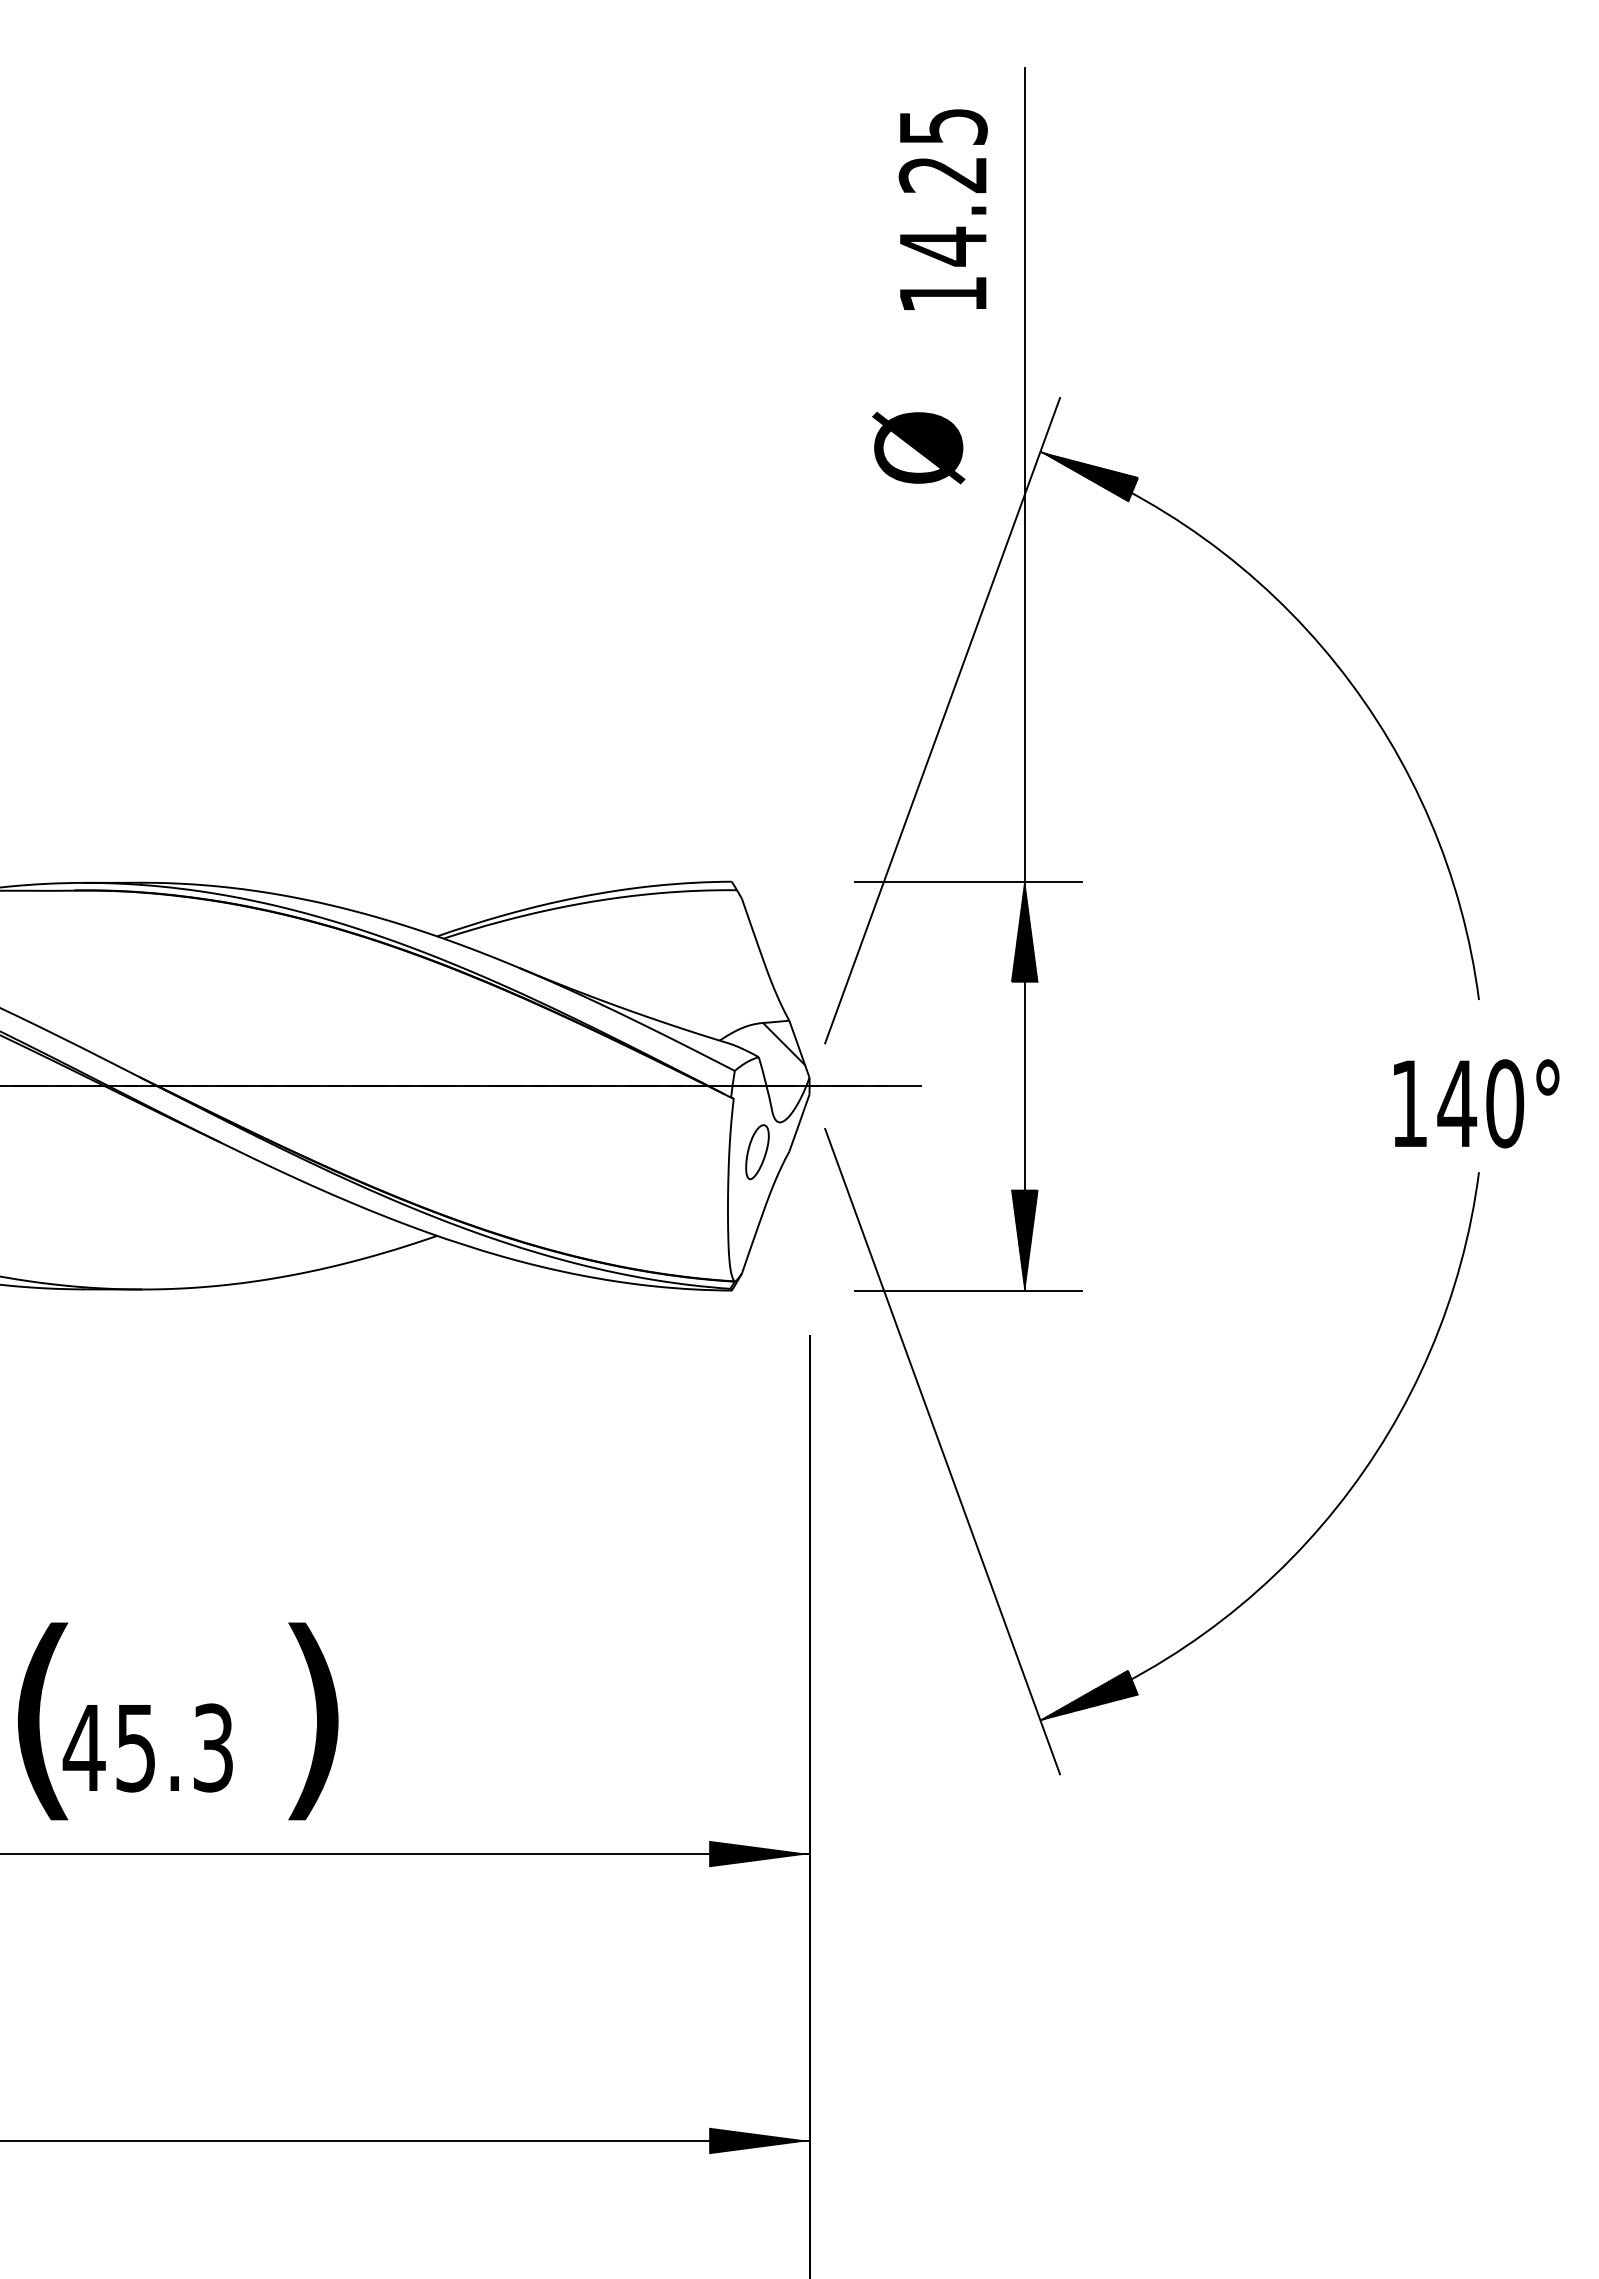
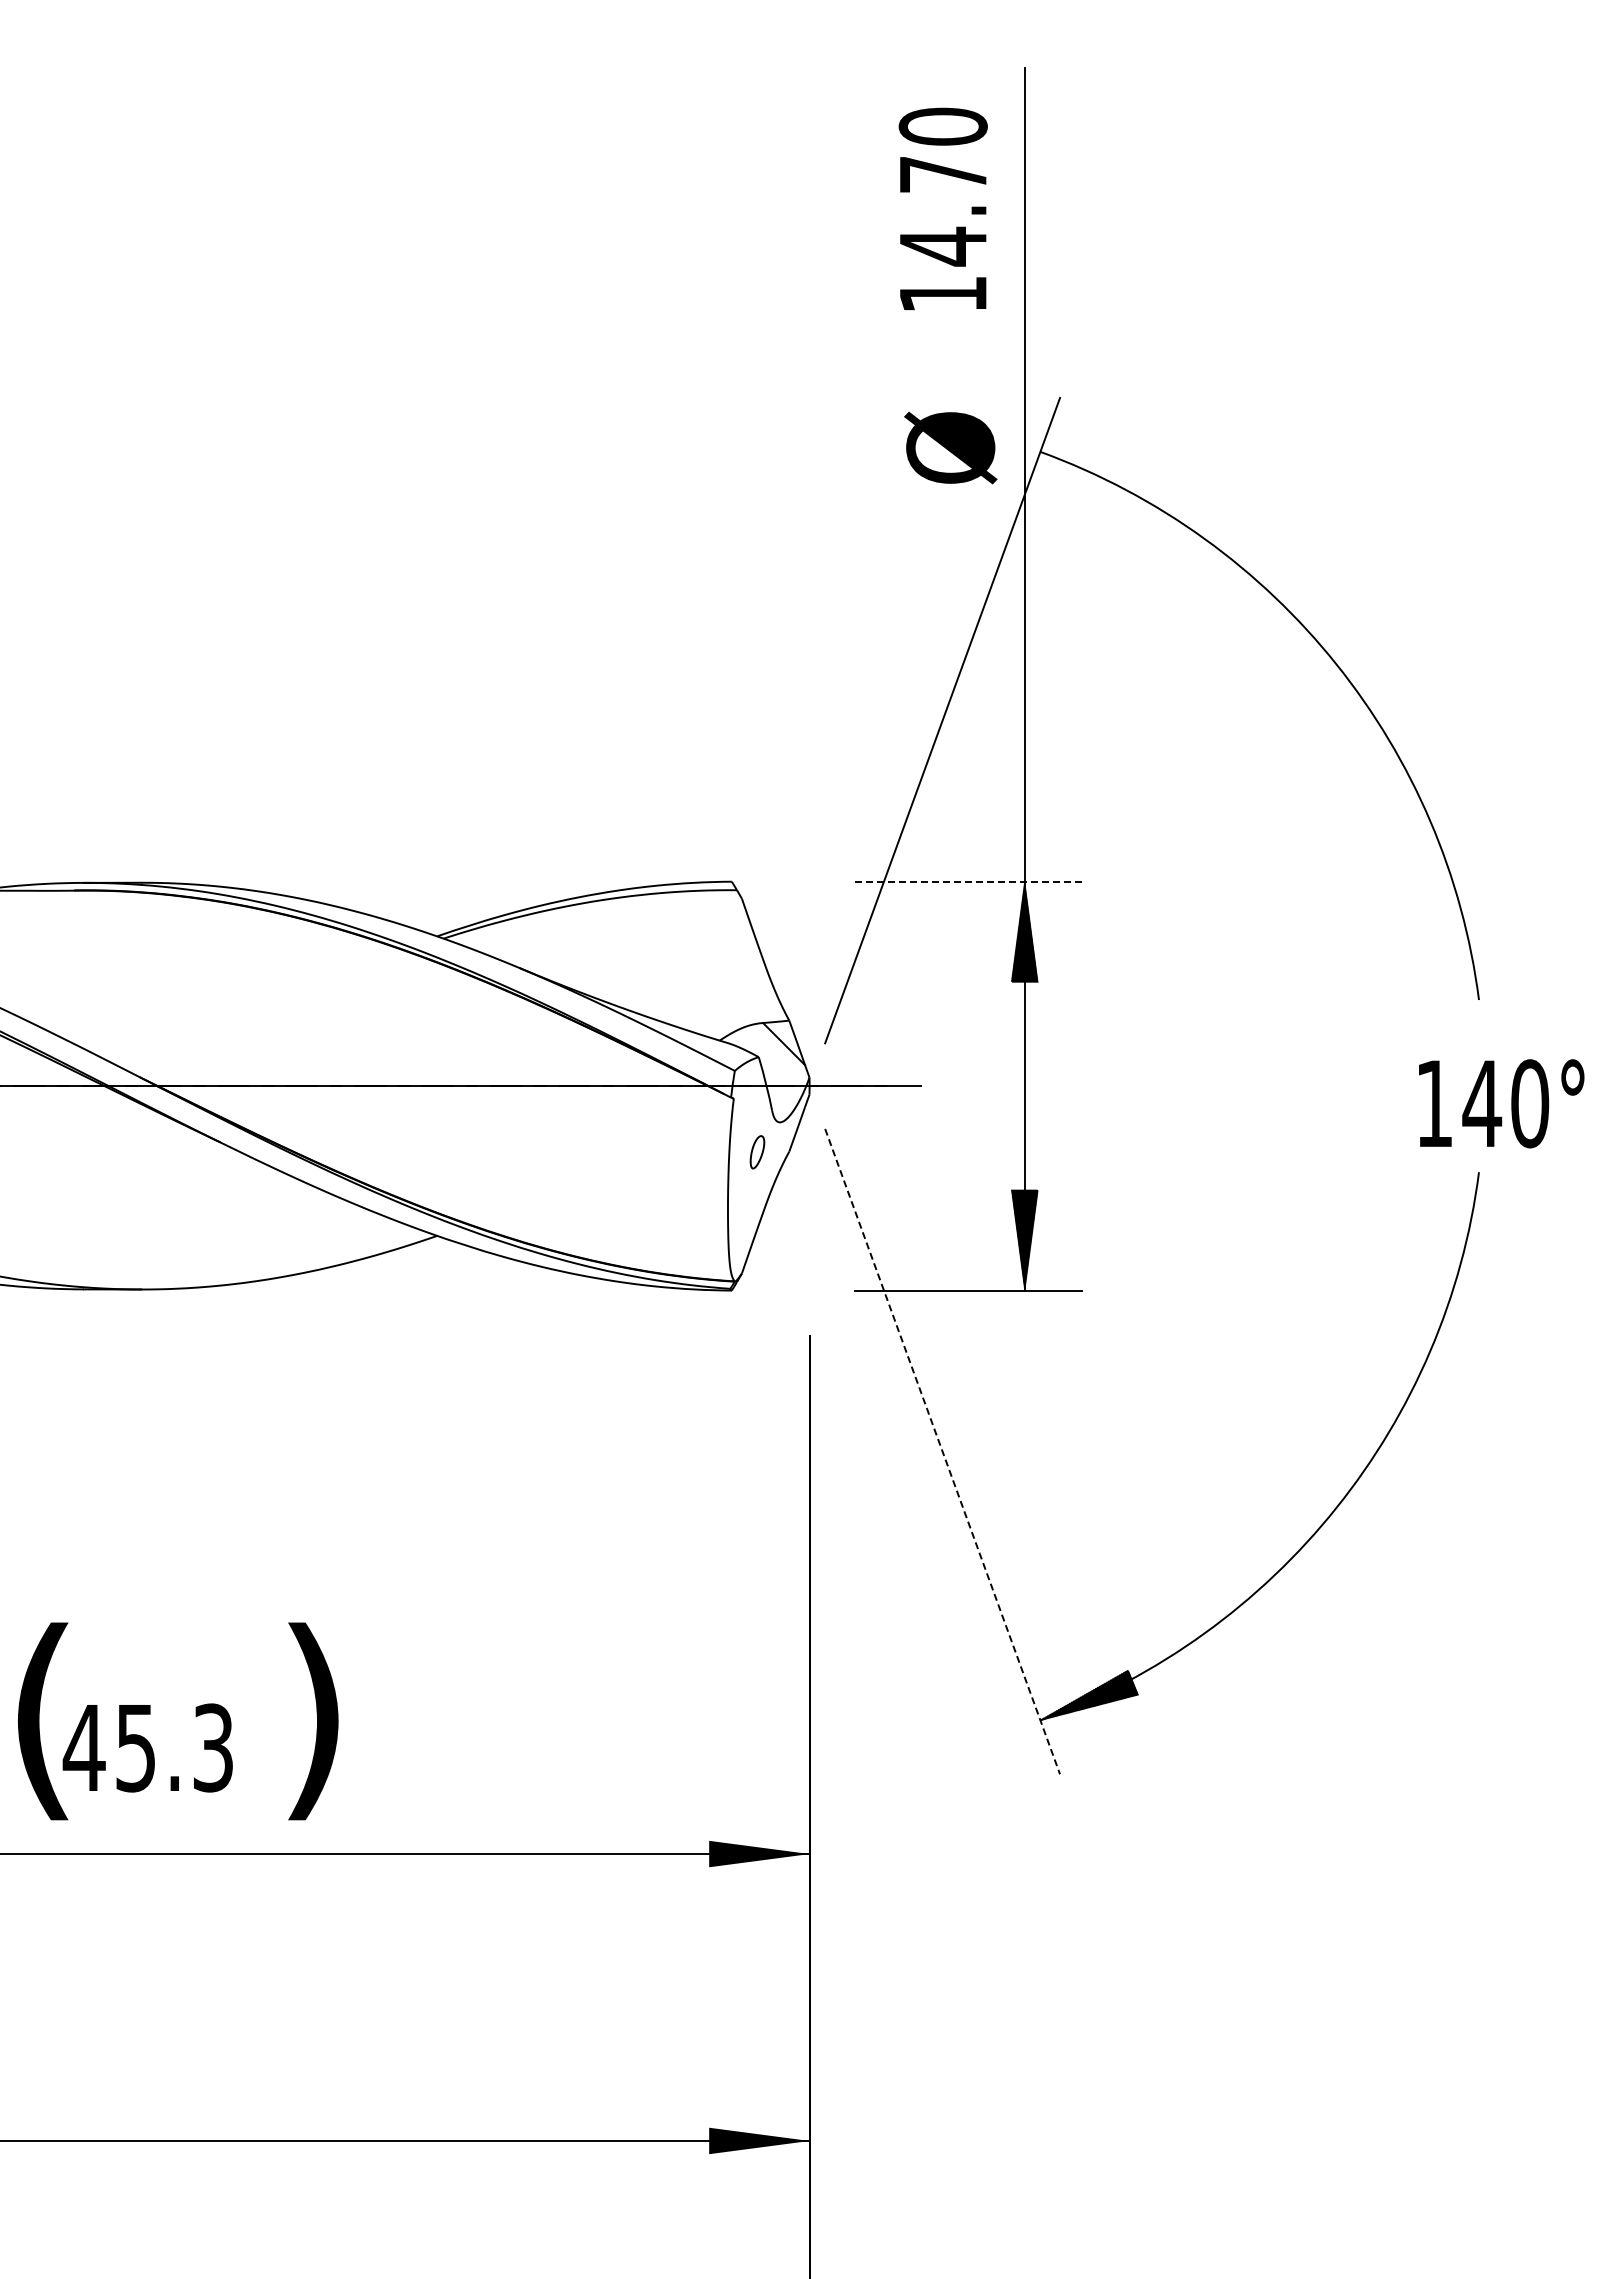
text at (942, 150): 14.25 -> 14.70
text at (918, 447) position: (918, 447) -> (950, 447)
hatch at (1089, 476): present -> none
line at (968, 881): solid -> dashed
text at (1476, 1103) position: (1476, 1103) -> (1501, 1103)
part at (757, 1152) size: 25x57 px -> 17x35 px
line at (942, 1452): solid -> dashed
